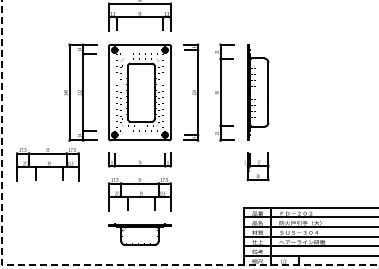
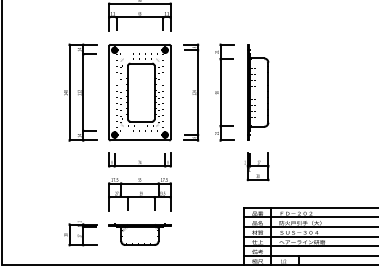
part at (47, 164): present -> none
part at (80, 233): none -> present
line at (58, 265): dashed -> solid
